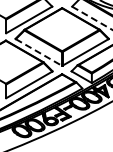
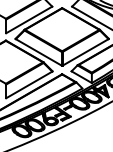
line at (92, 18): dashed -> solid
line at (39, 52): dashed -> solid
